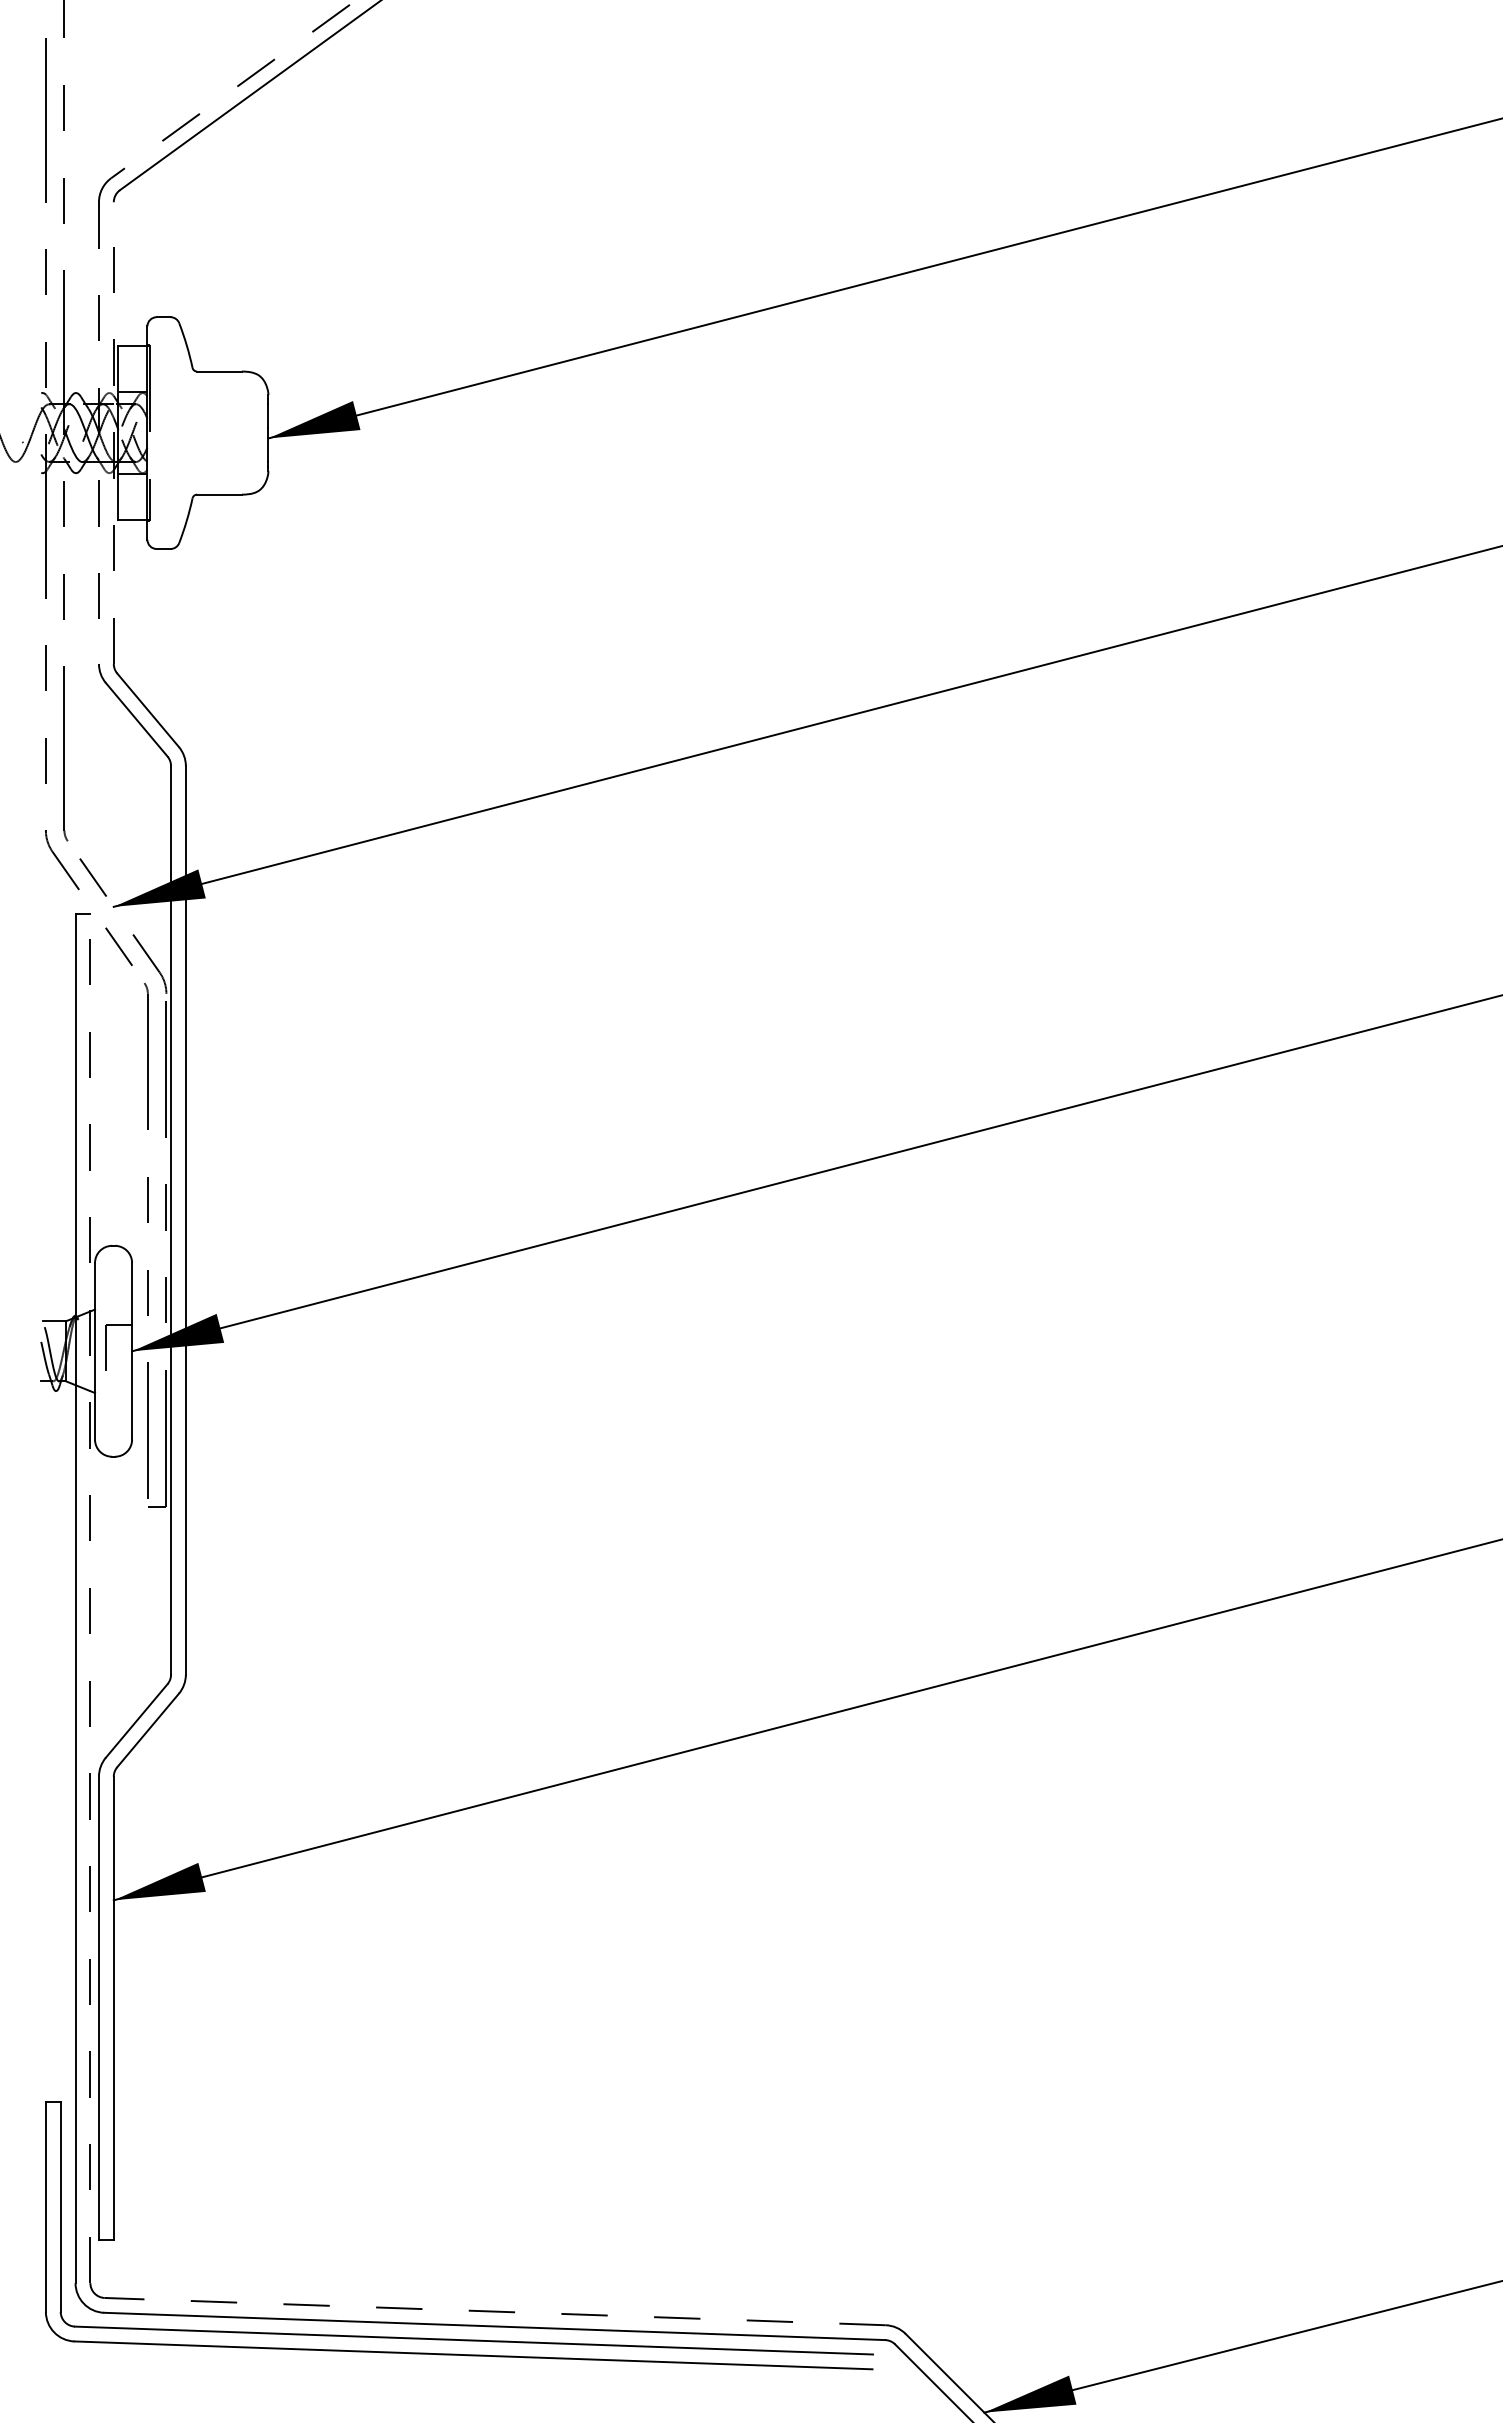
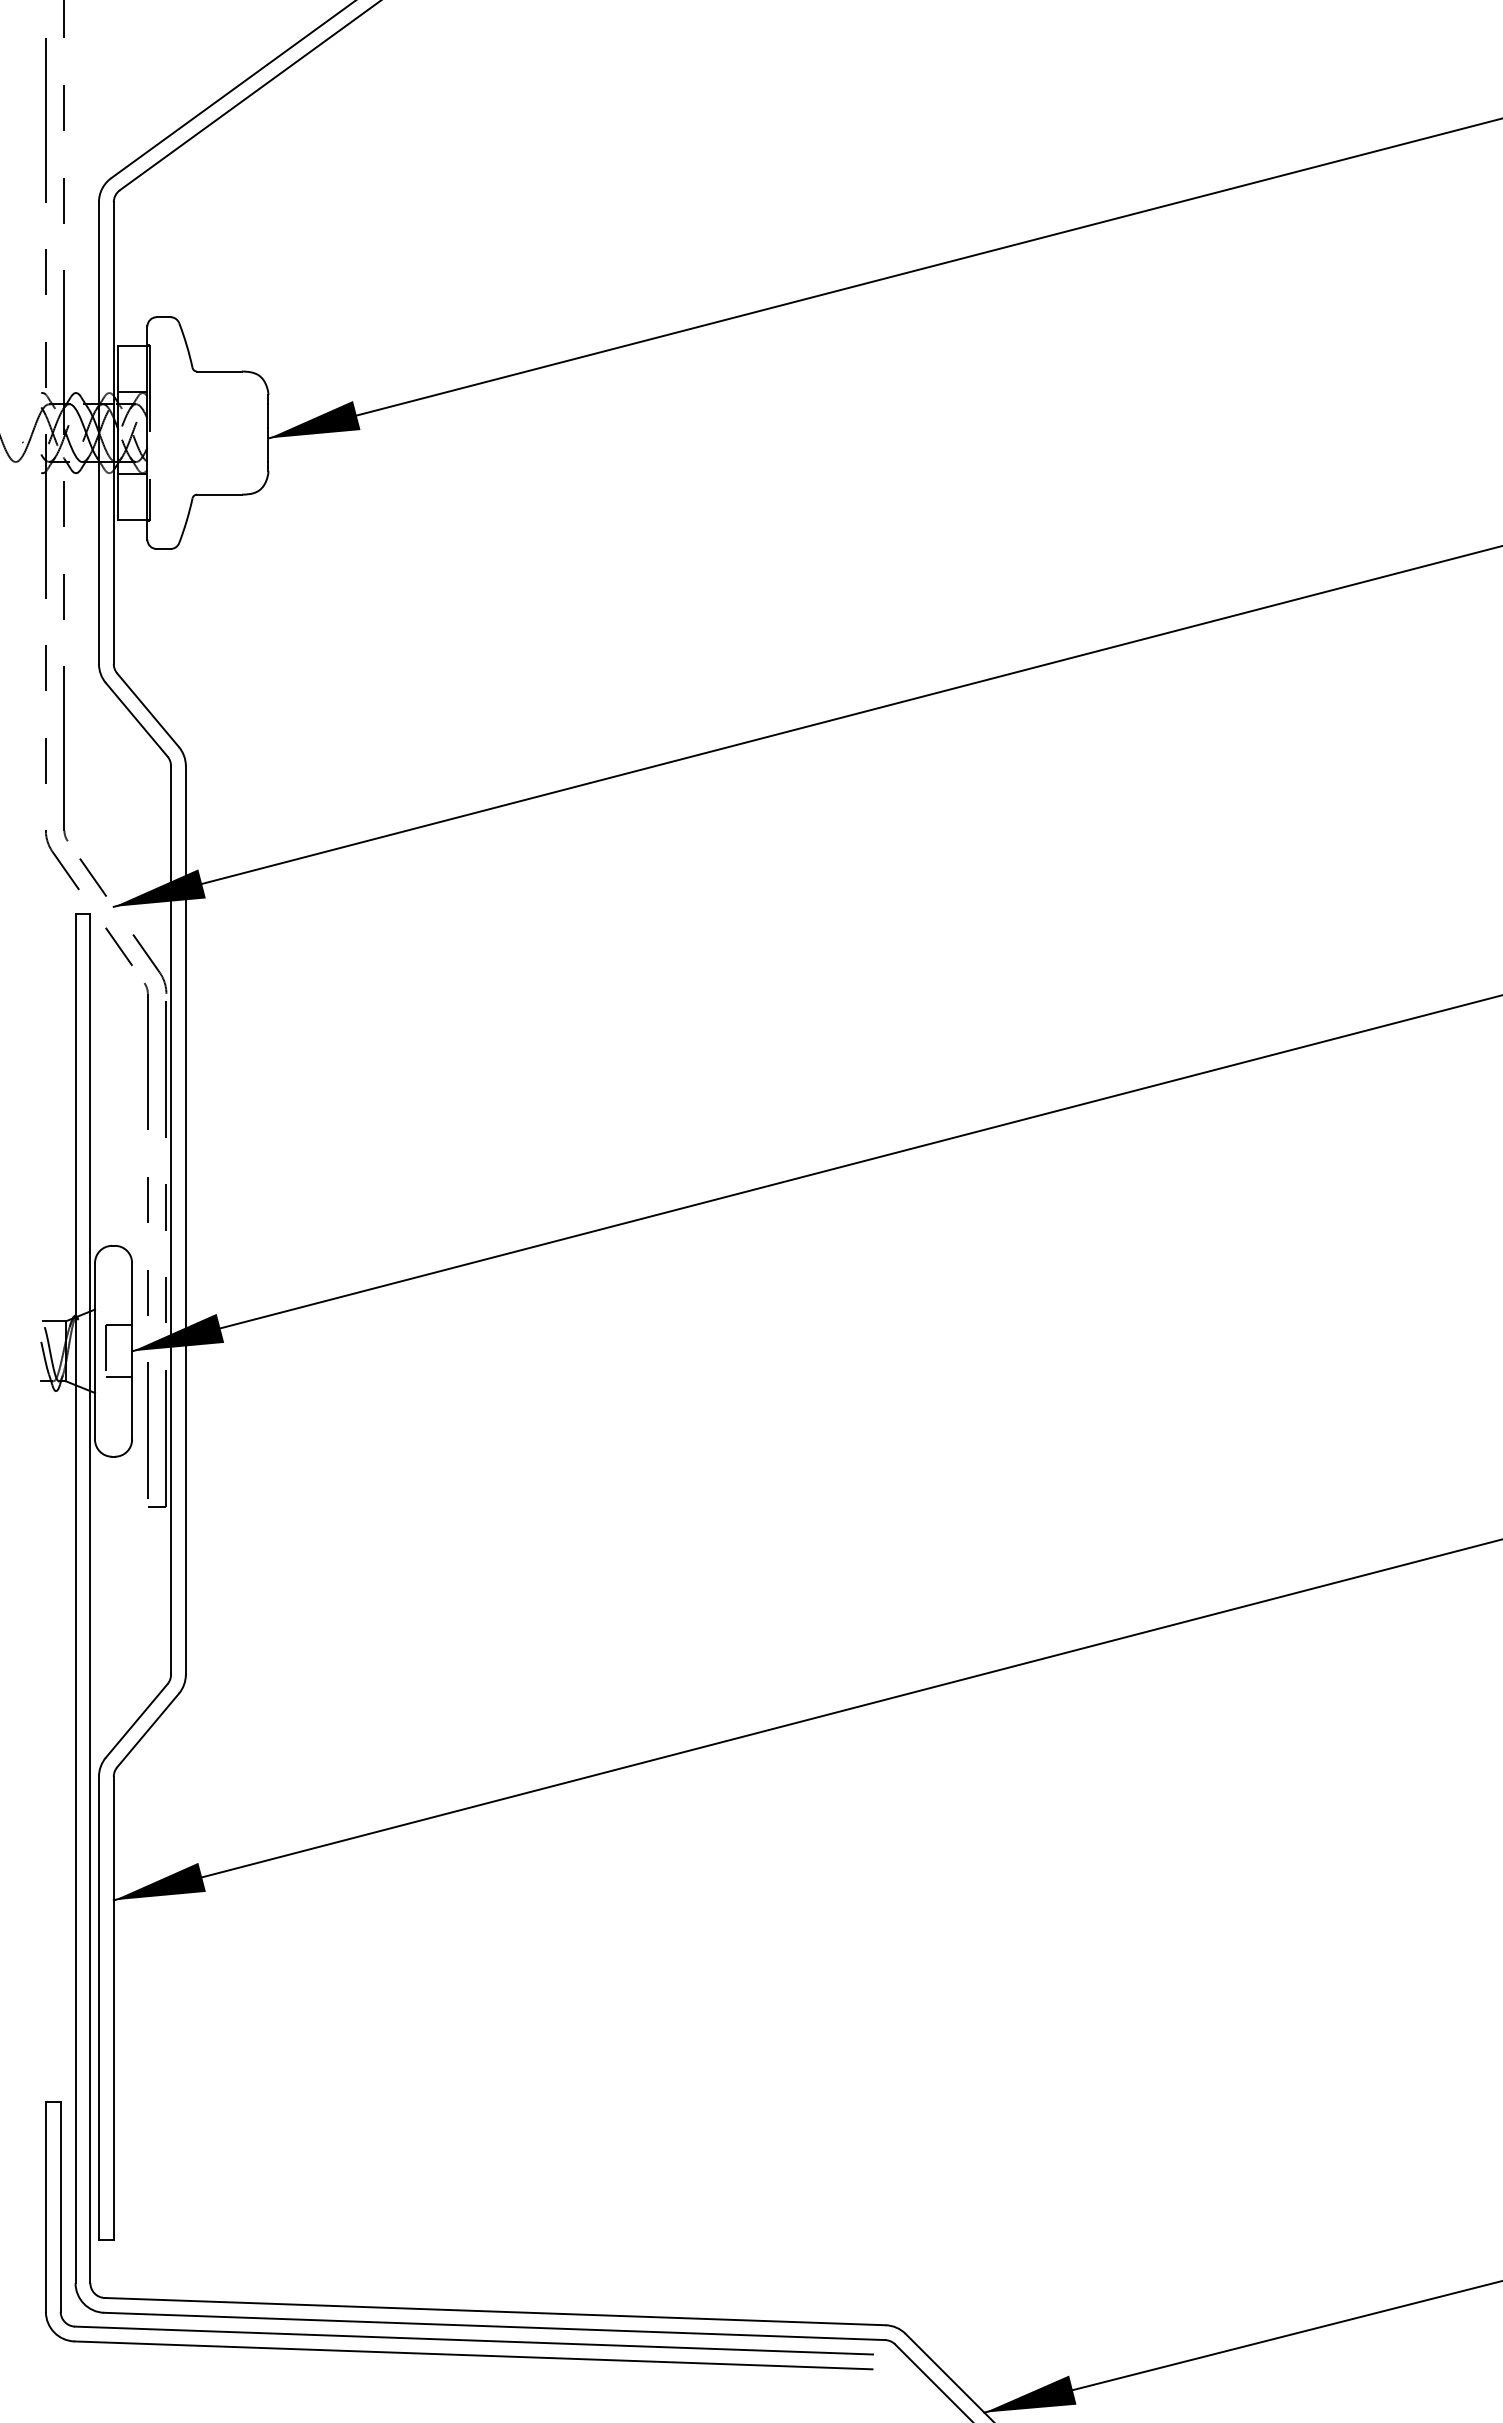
line at (233, 89): dashed -> solid
line at (98, 433): dashed -> solid
line at (113, 433): dashed -> solid
line at (119, 1377): none -> present
line at (90, 1598): dashed -> solid
line at (495, 2311): dashed -> solid
